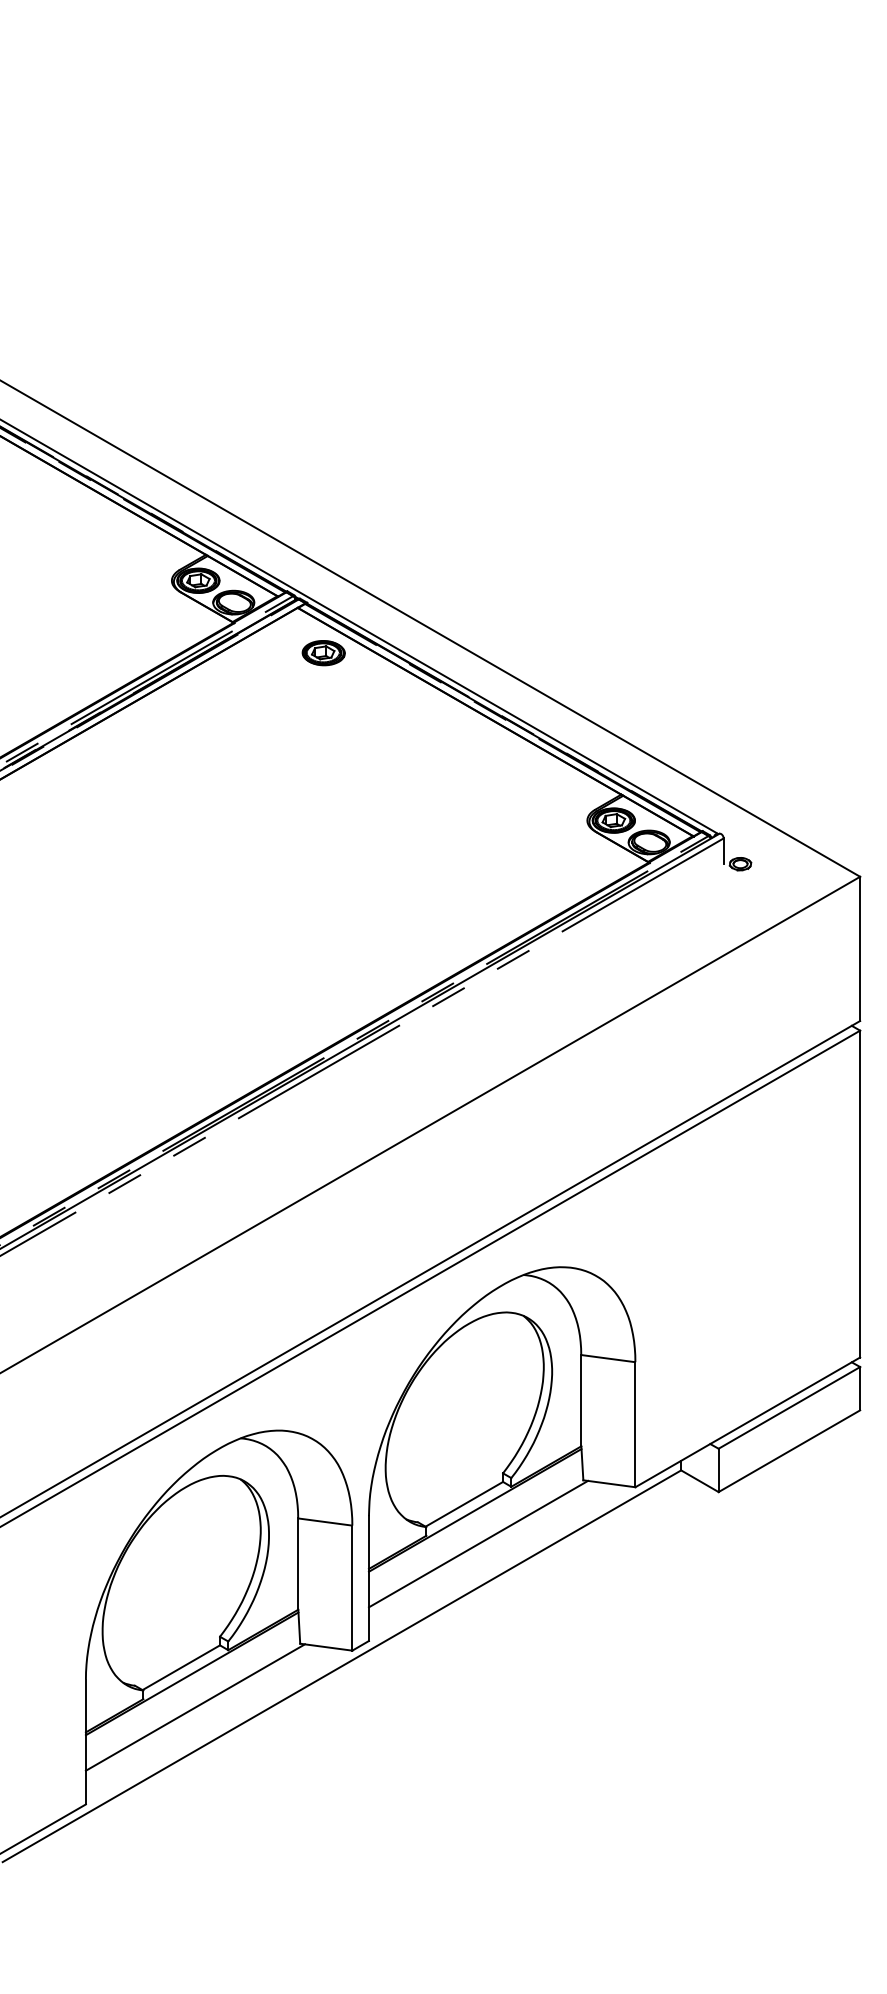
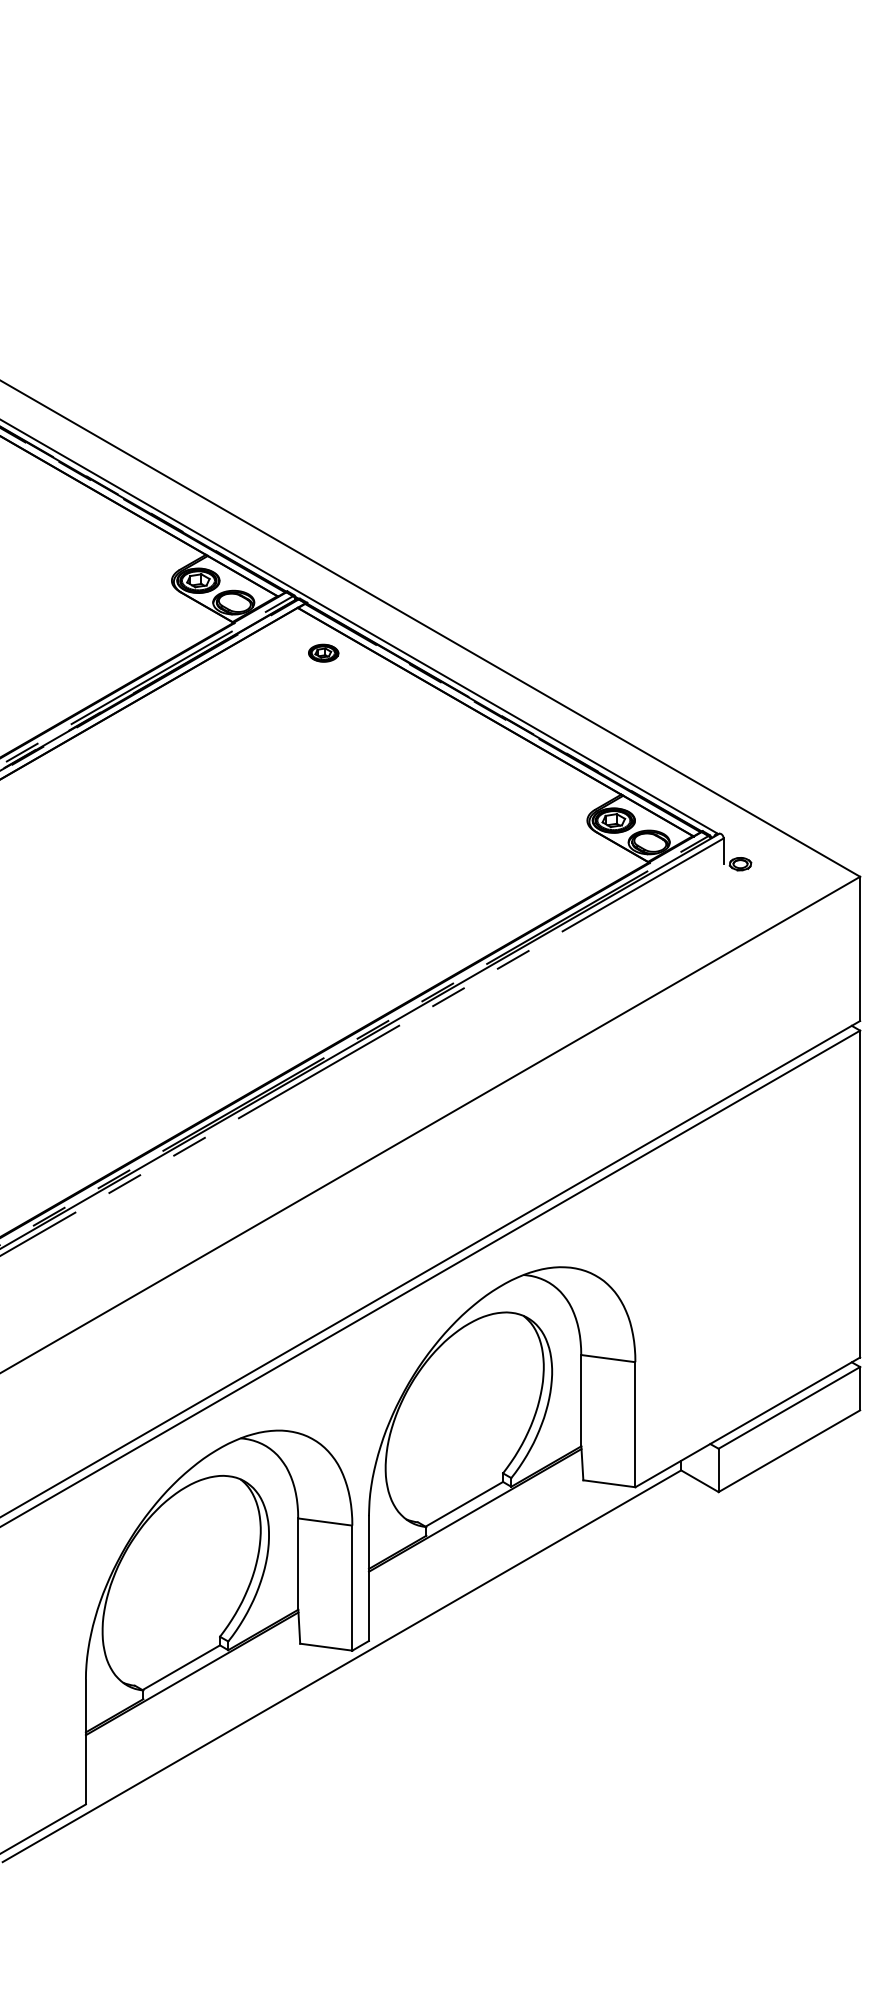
part at (323, 653) size: 45x27 px -> 32x20 px
line at (478, 1543): present -> none
line at (195, 1707): present -> none
